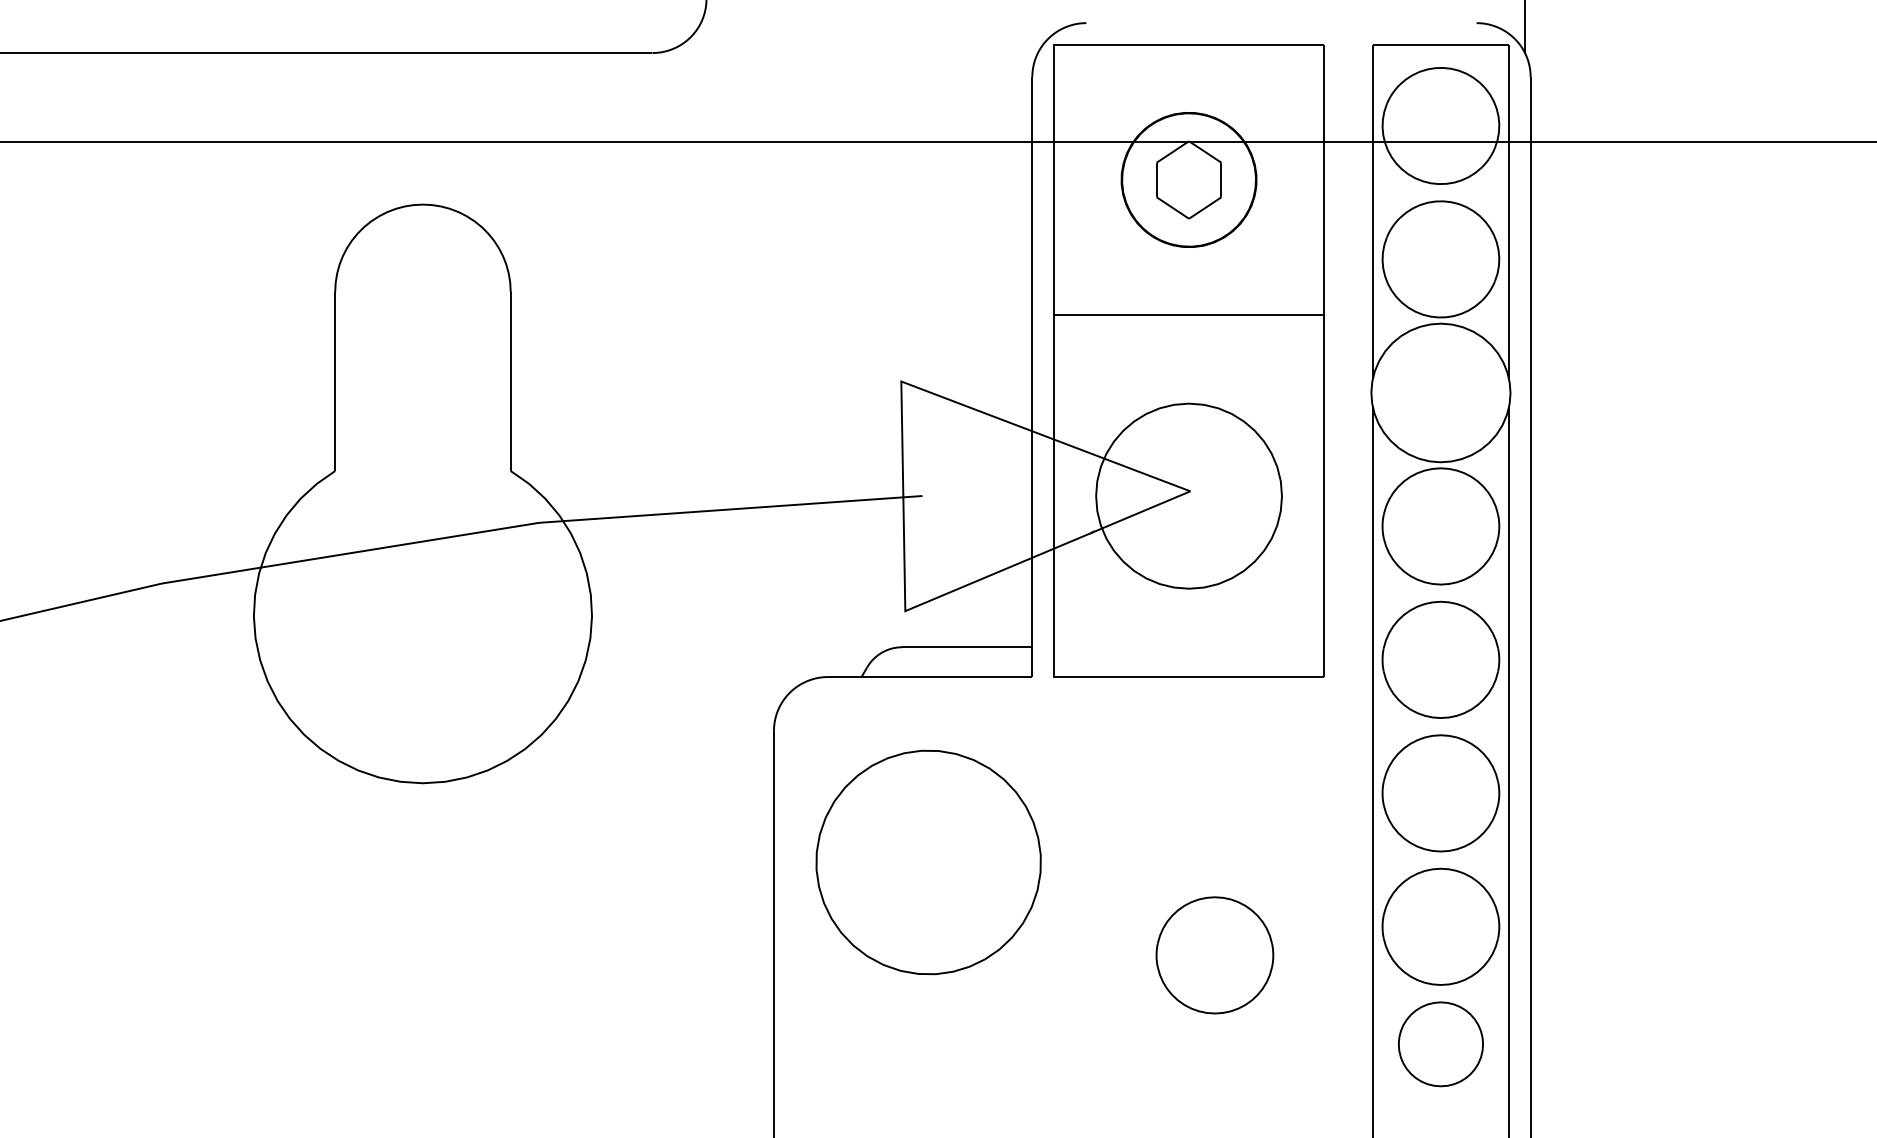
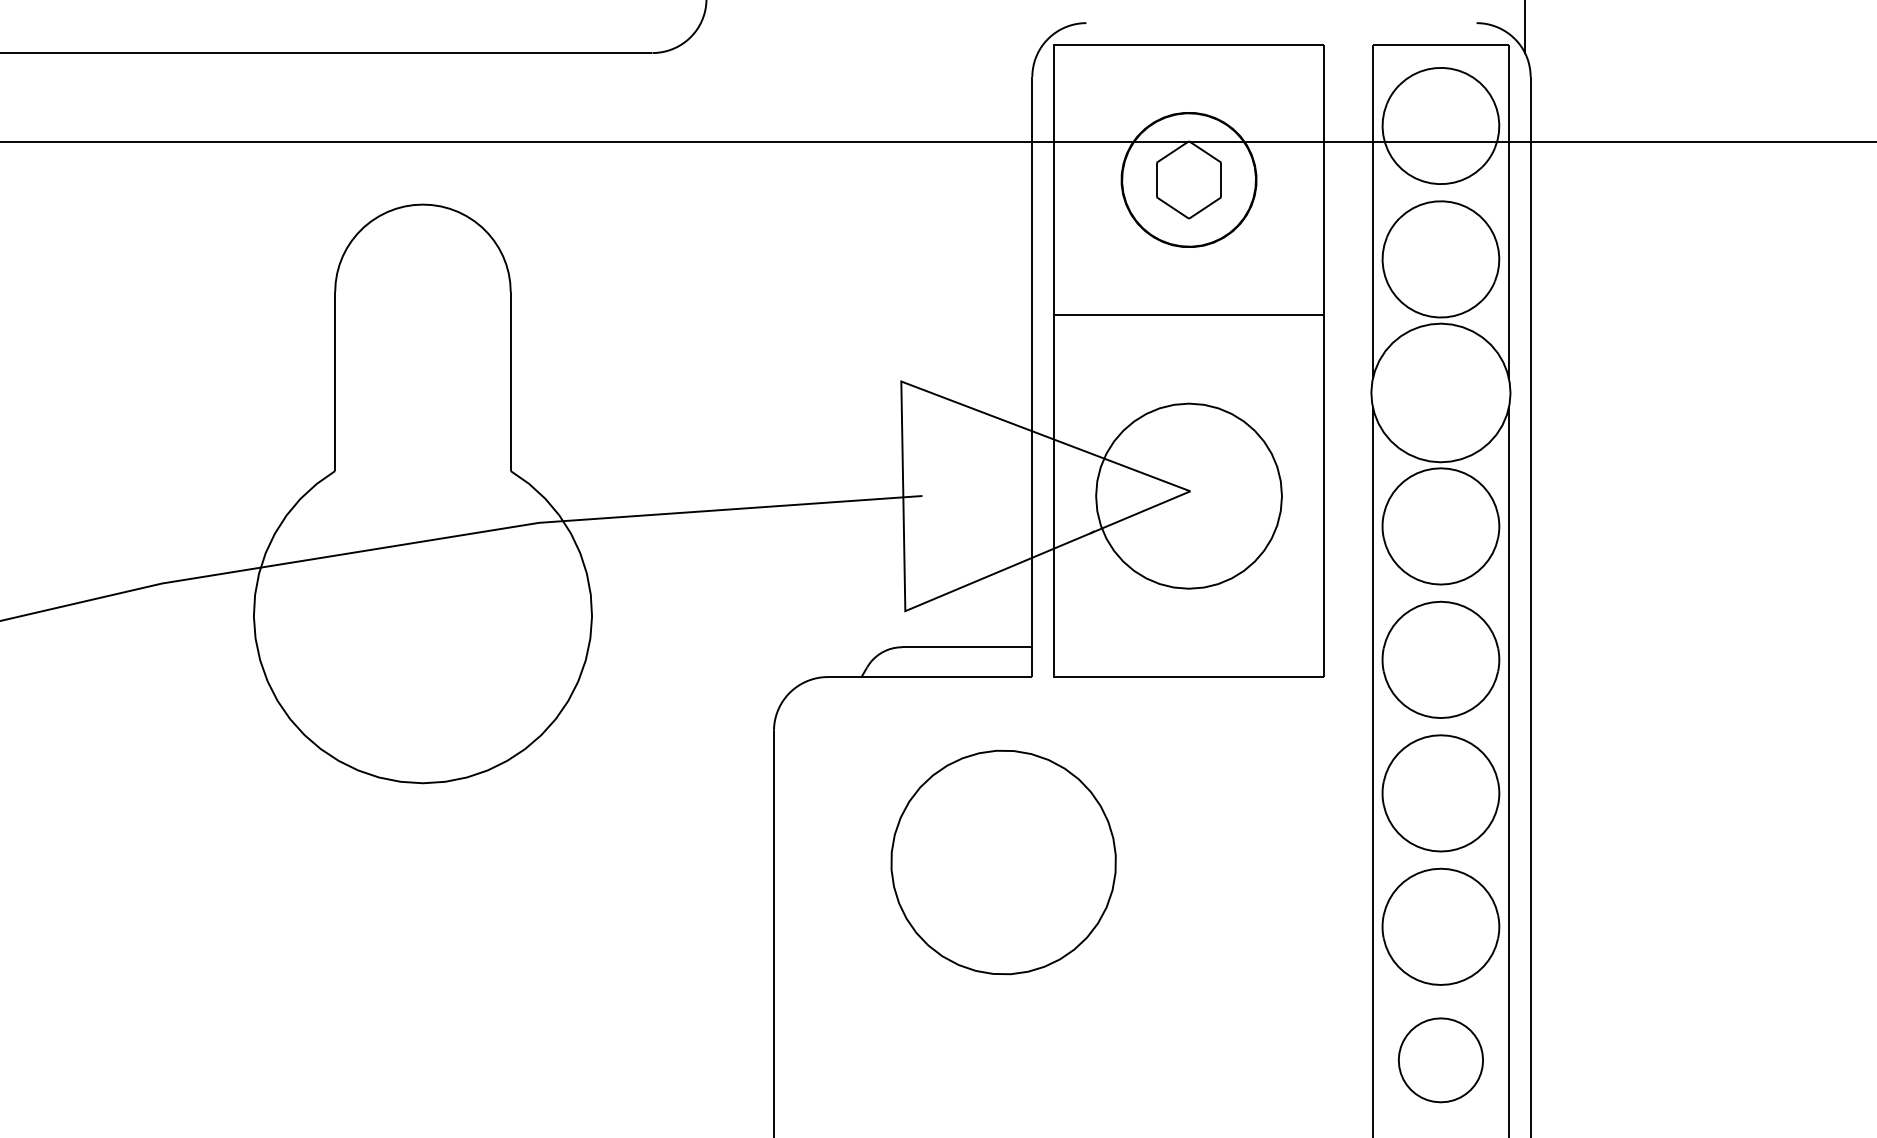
part at (928, 862) position: (928, 862) -> (1003, 862)
part at (1214, 955): present -> none
part at (1440, 1044) position: (1440, 1044) -> (1440, 1060)
